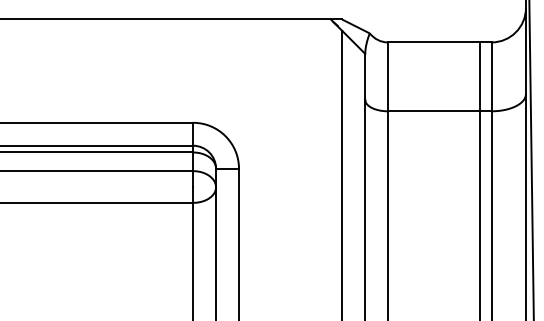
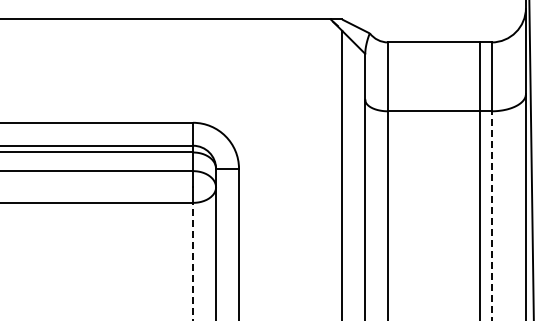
line at (491, 215): solid -> dashed
line at (193, 261): solid -> dashed
